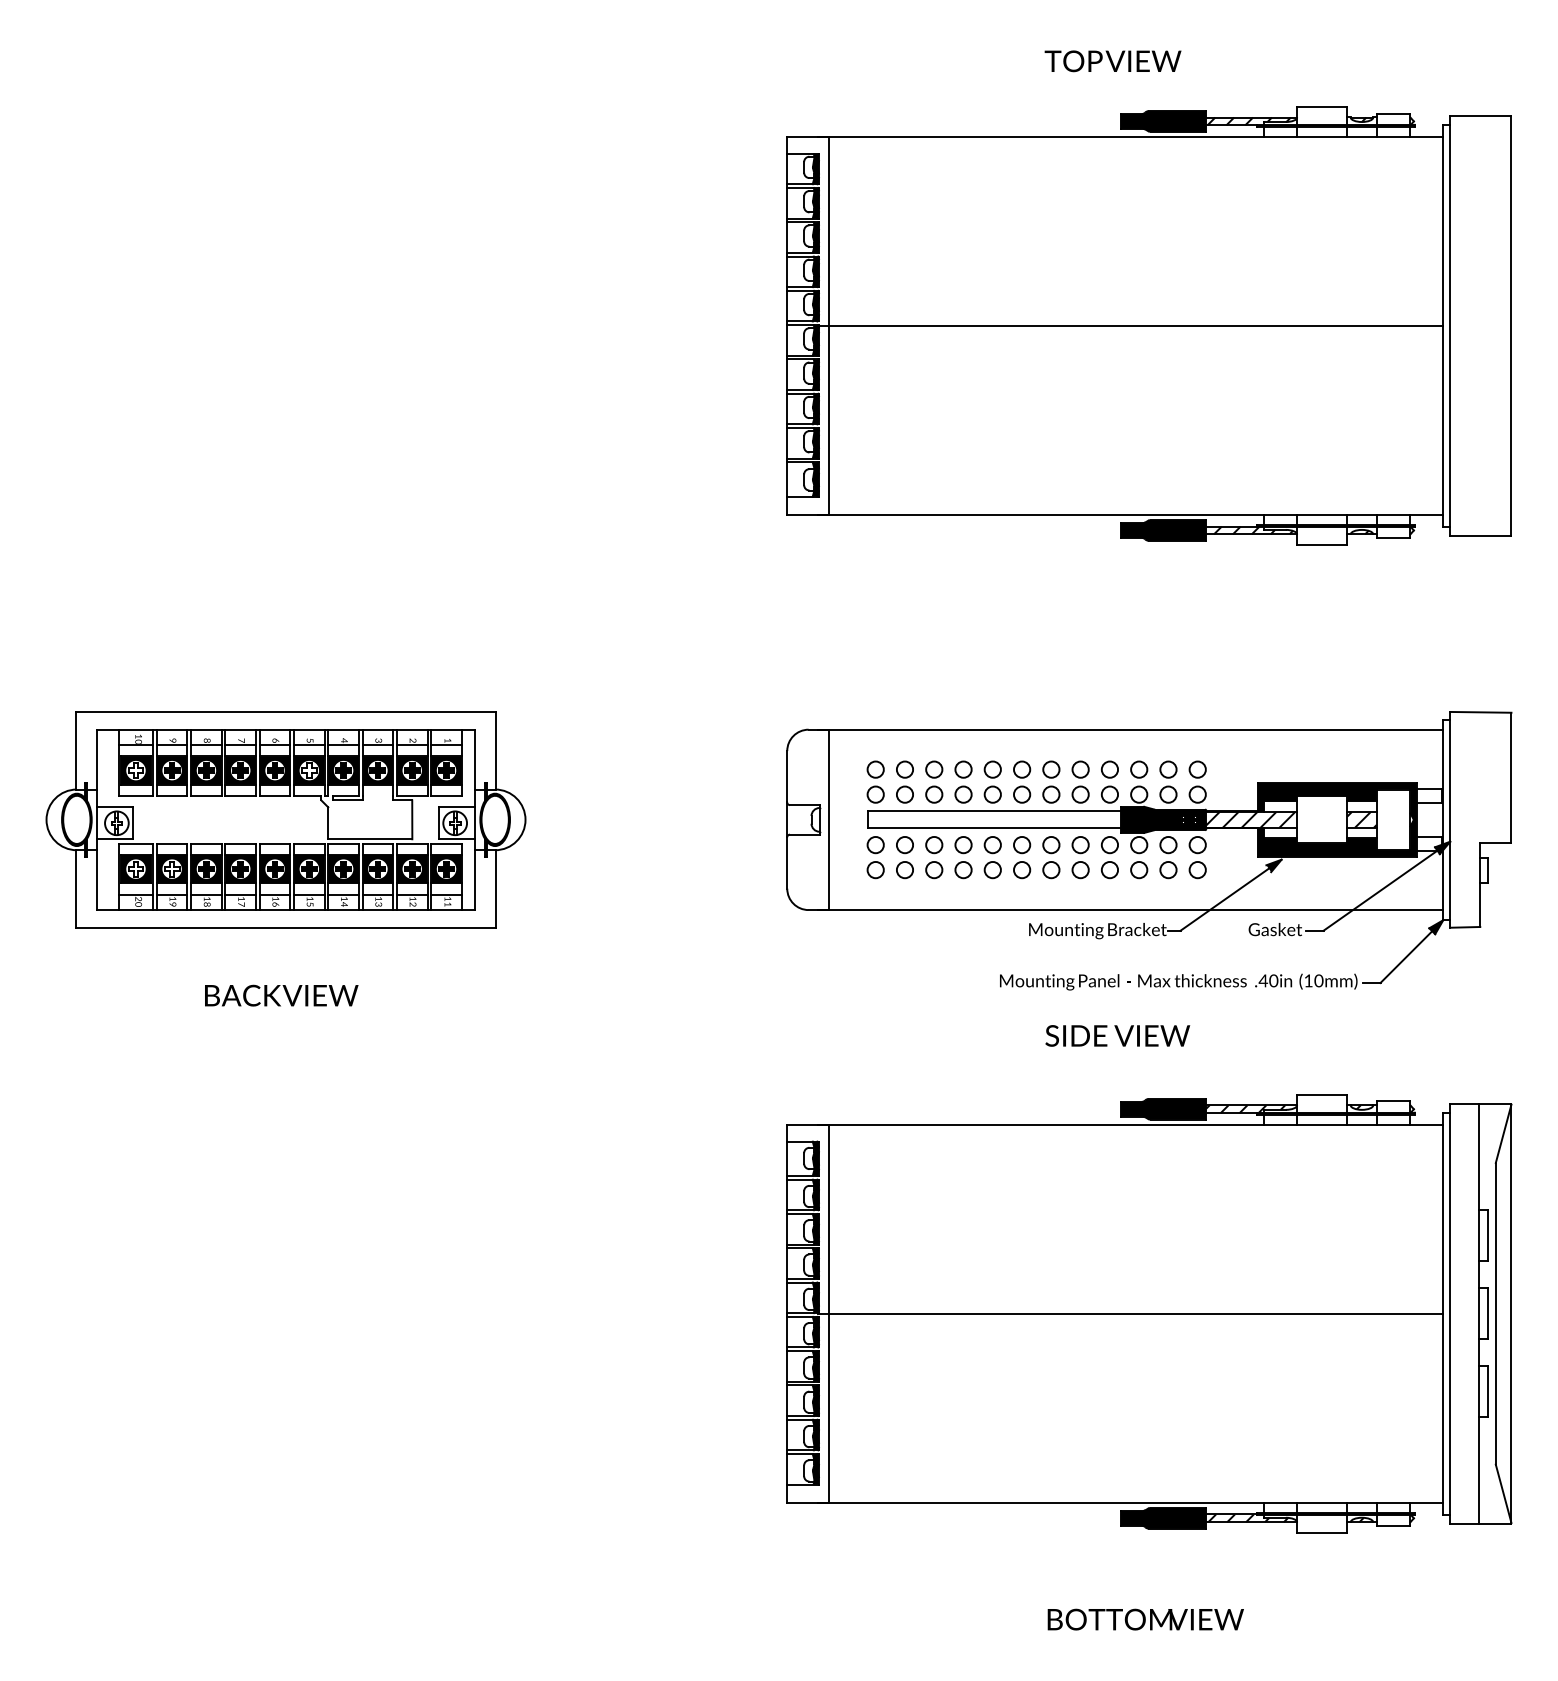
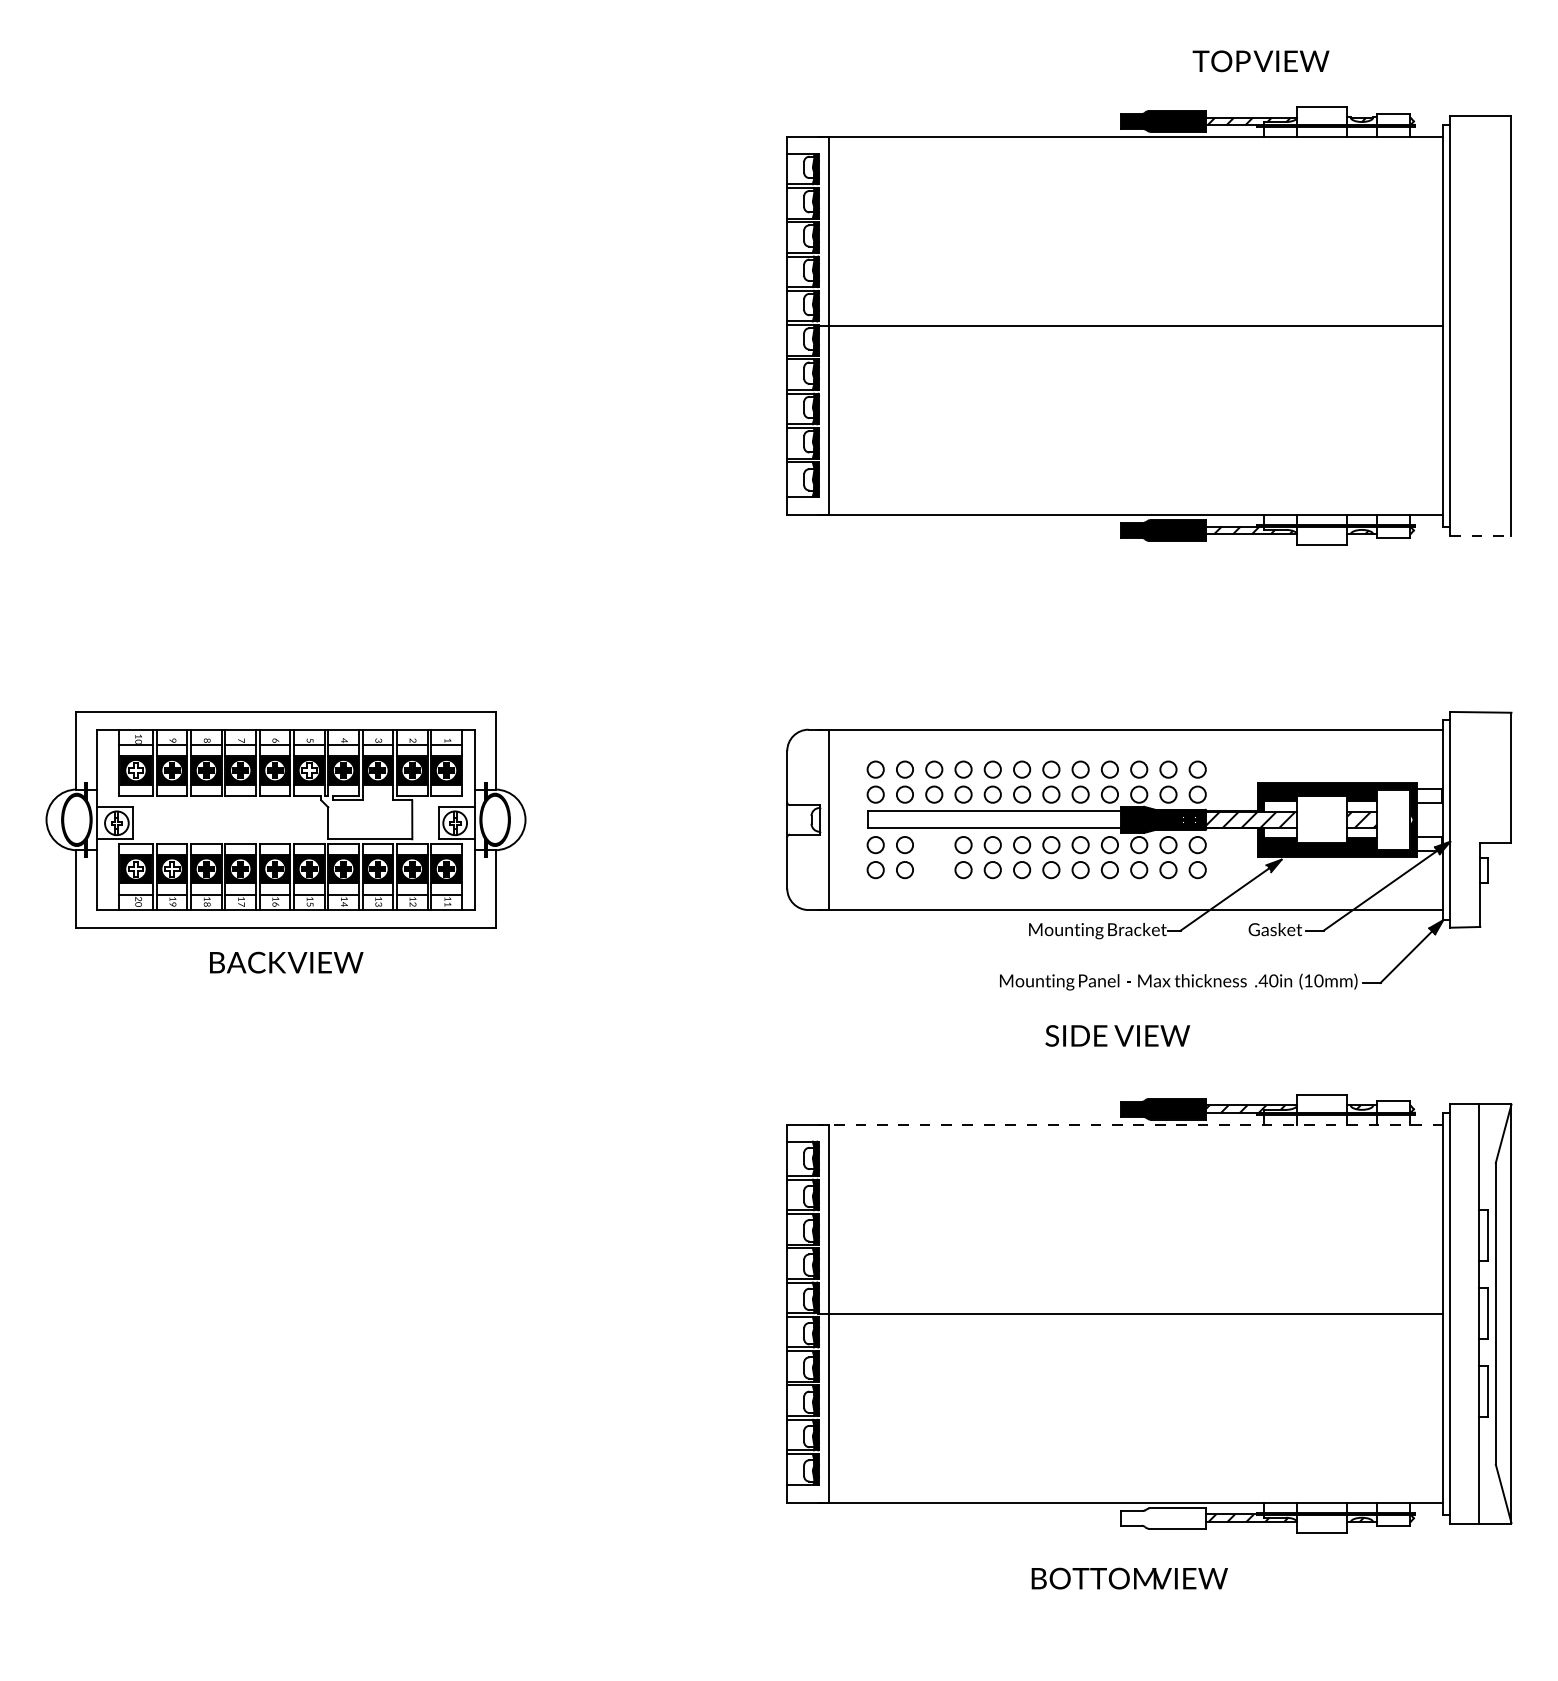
text at (1112, 61) position: (1112, 61) -> (1260, 61)
line at (1480, 535): solid -> dashed
part at (934, 857): present -> none
text at (281, 995) position: (281, 995) -> (286, 962)
line at (1130, 1124): solid -> dashed
fill at (1163, 1518): present -> none
text at (1145, 1619) position: (1145, 1619) -> (1129, 1578)
